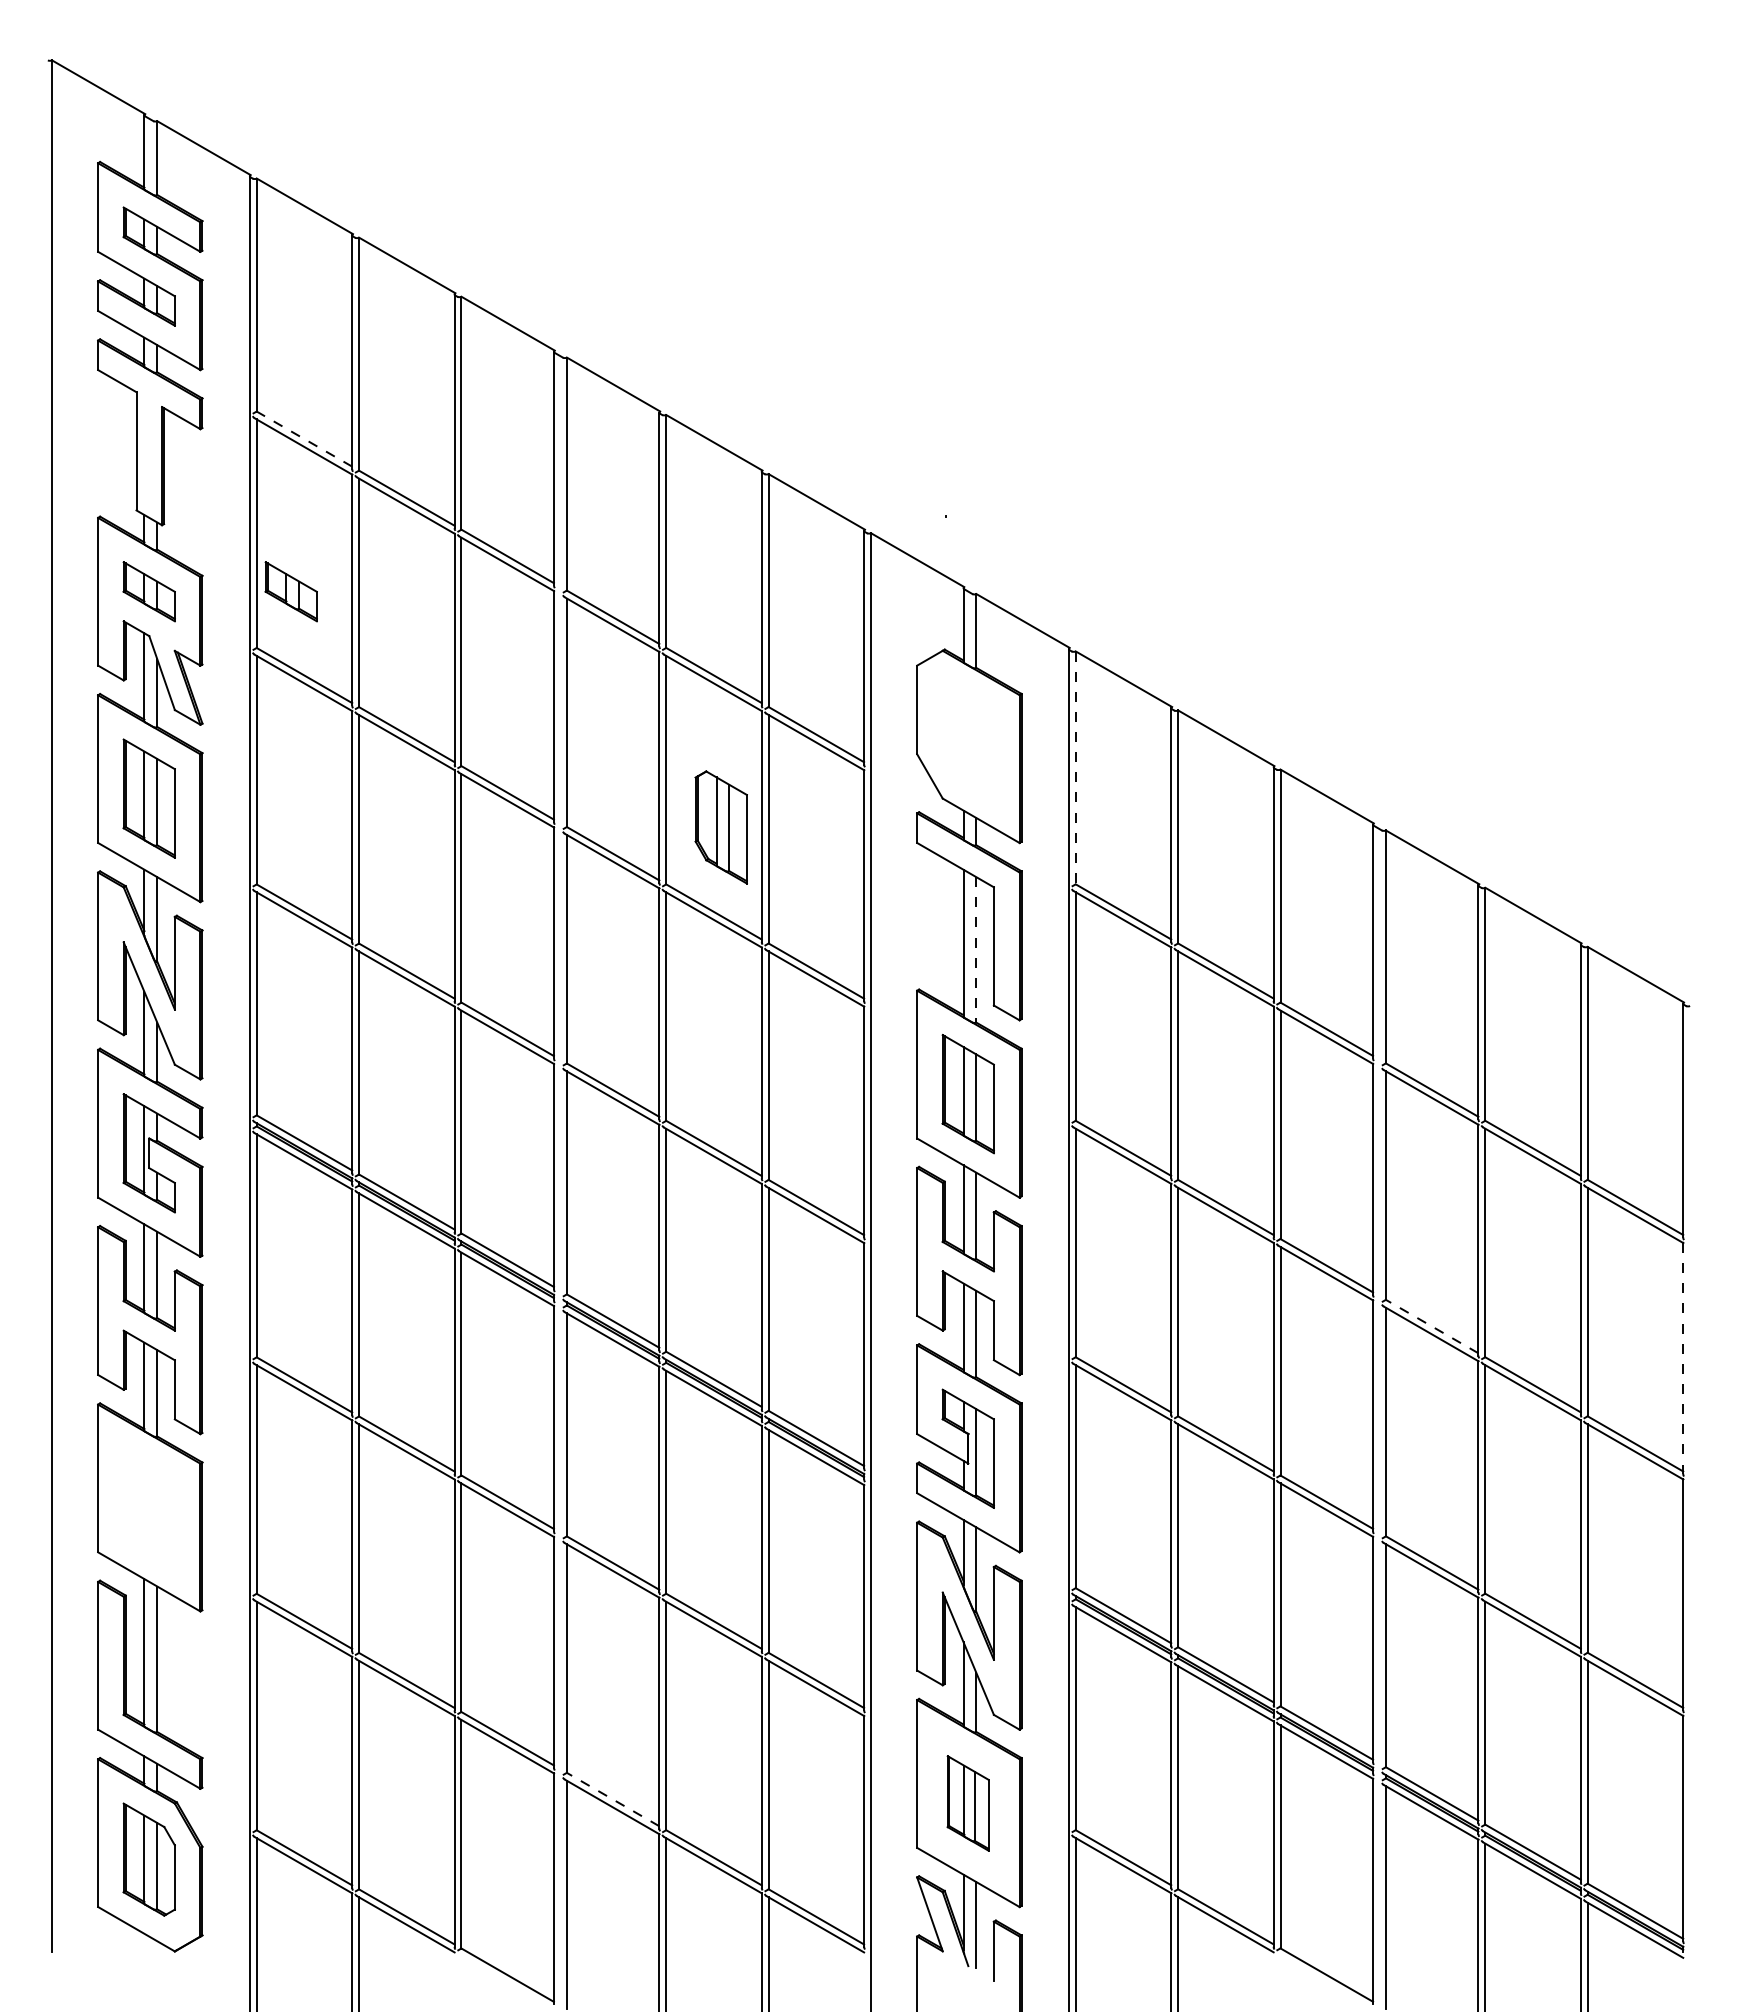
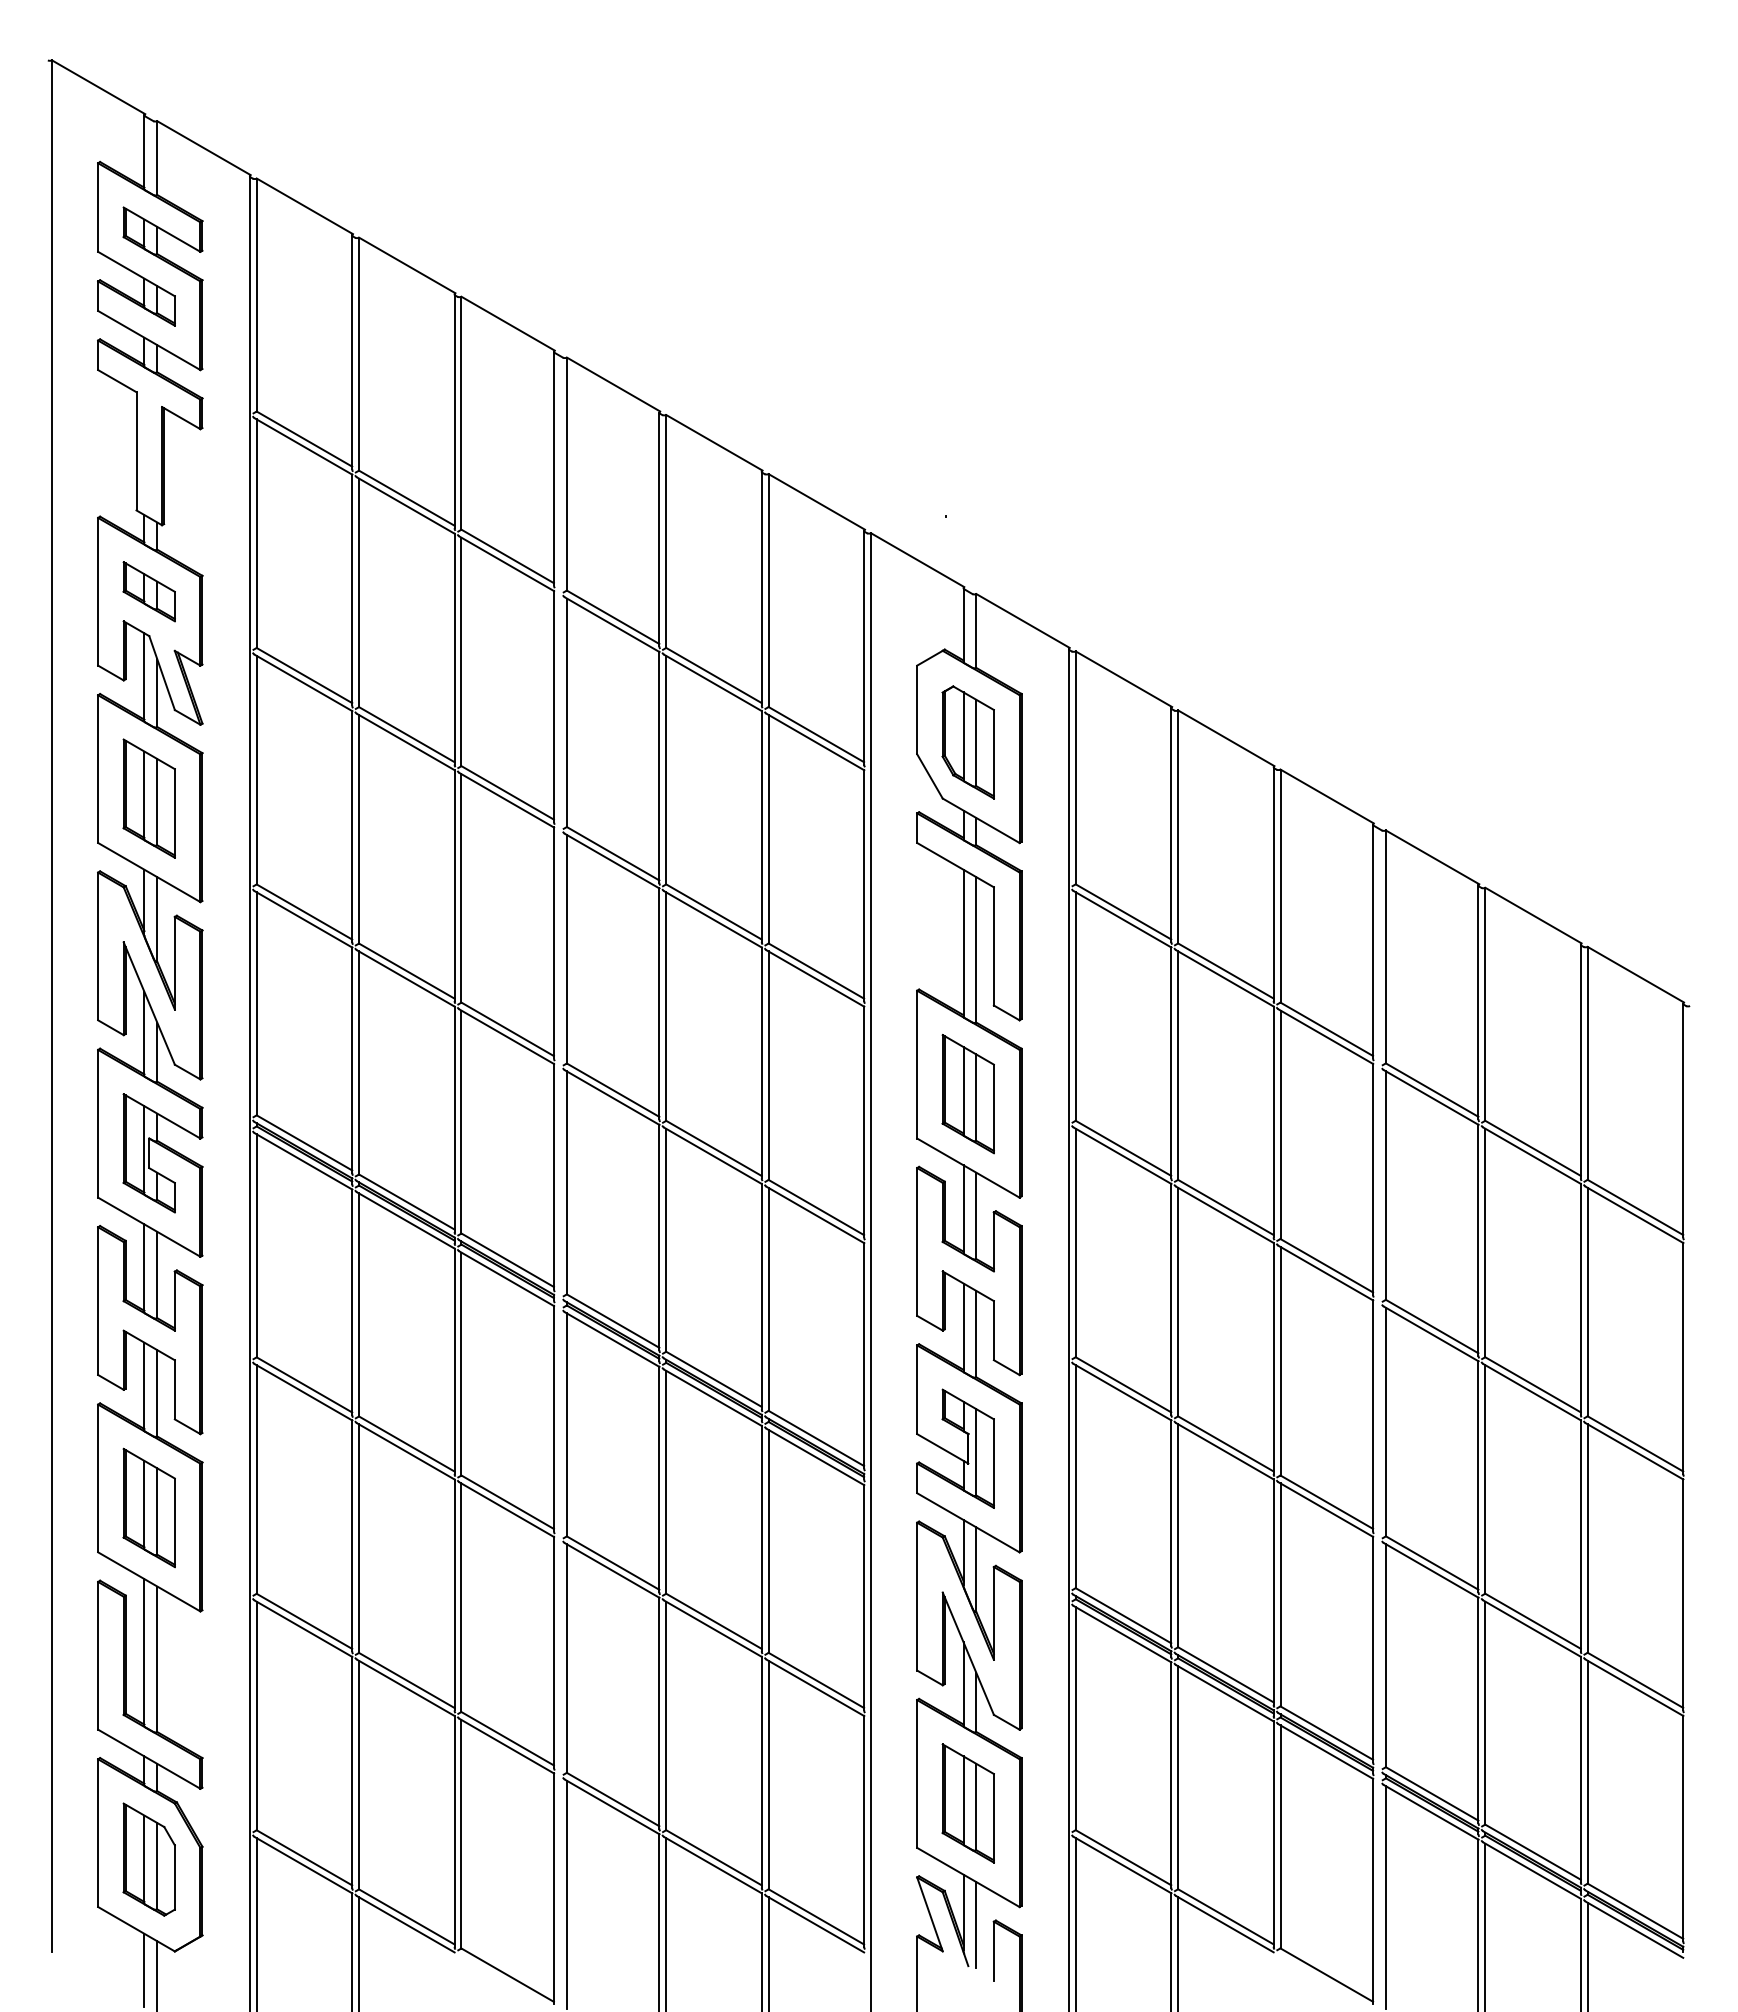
line at (304, 438): dashed -> solid
part at (290, 591): present -> none
line at (1075, 768): dashed -> solid
part at (720, 827) position: (720, 827) -> (967, 742)
line at (976, 949): dashed -> solid
line at (1431, 1326): dashed -> solid
line at (1683, 1358): dashed -> solid
part at (148, 1507): none -> present
line at (612, 1799): dashed -> solid
part at (967, 1803) size: 44x97 px -> 54x121 px
line at (144, 1970): none -> present
line at (157, 1974): none -> present
